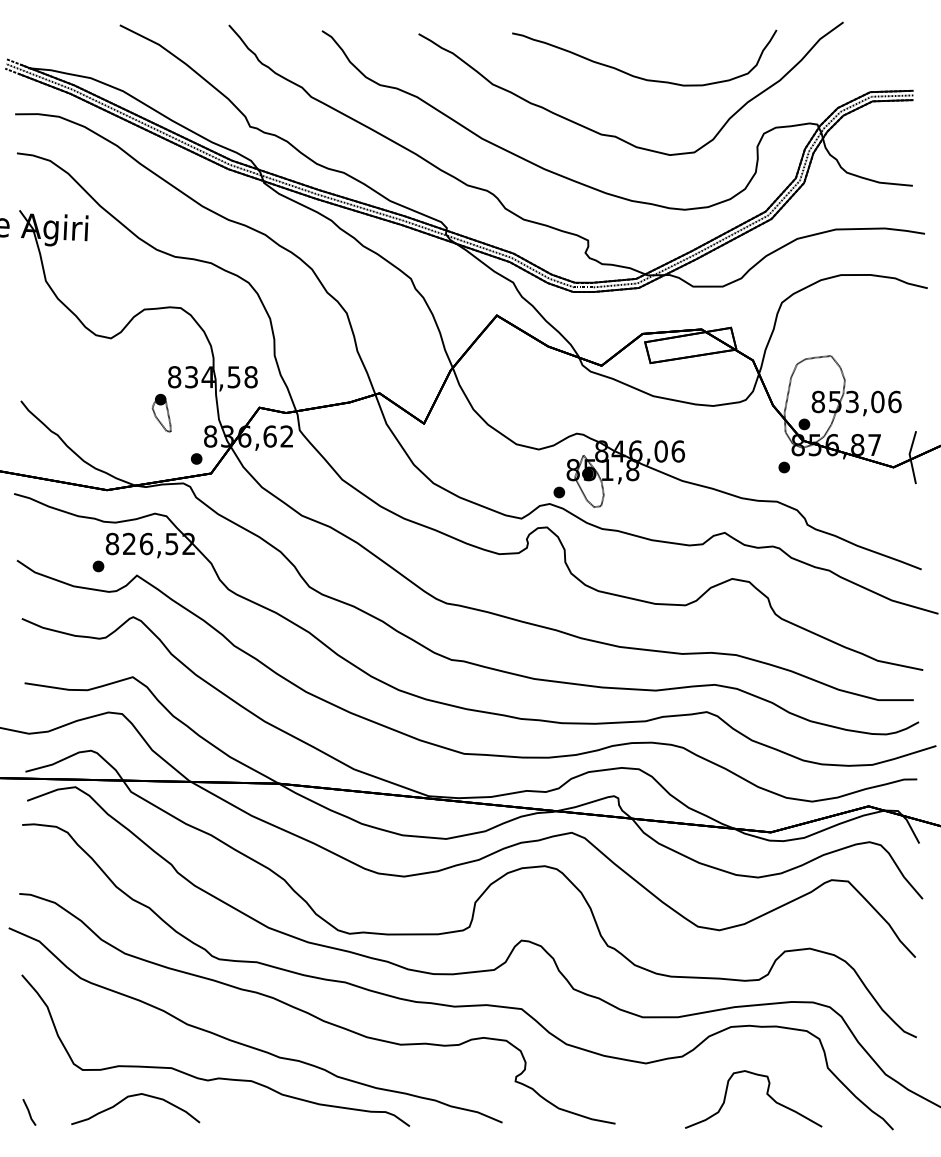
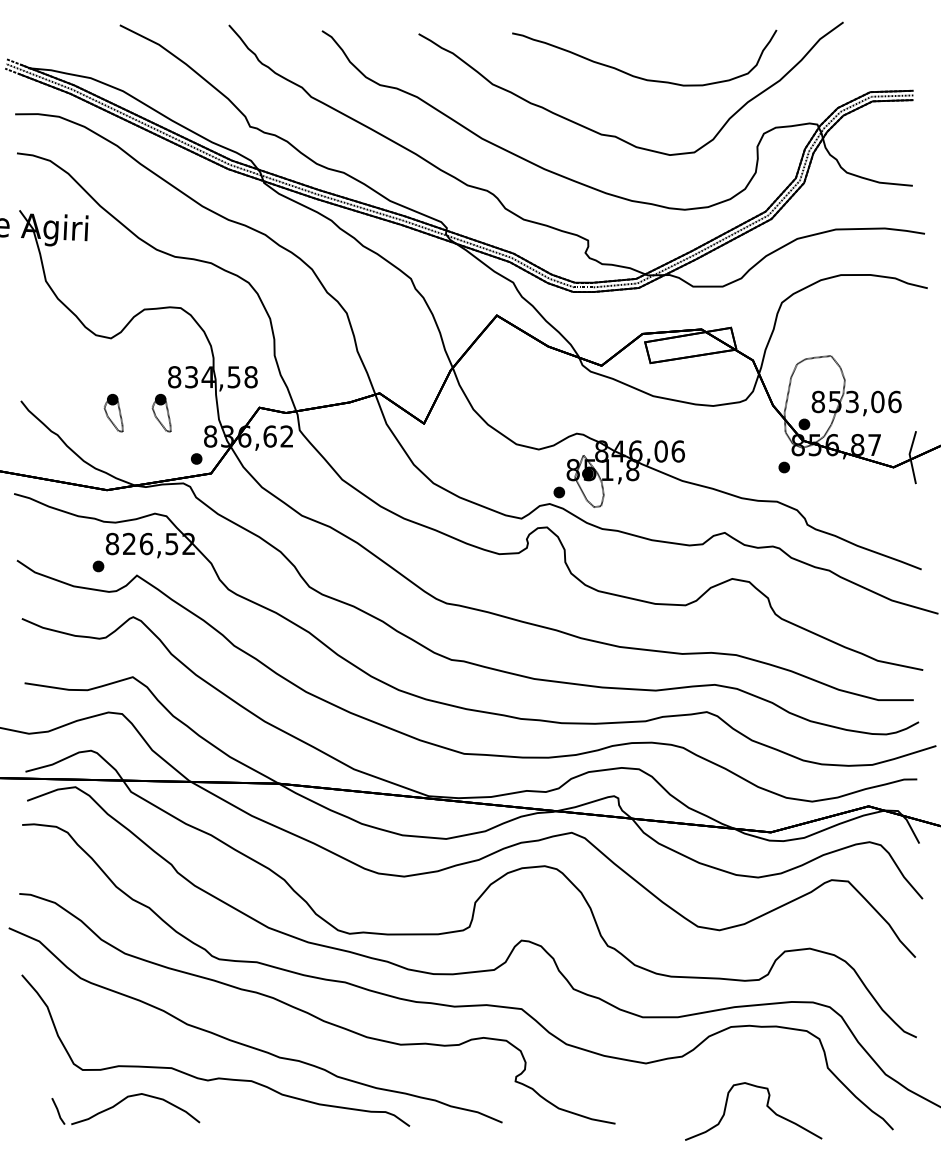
part at (113, 413): none -> present
curve at (766, 1094) position: (766, 1094) -> (766, 1106)
line at (29, 1112) position: (29, 1112) -> (58, 1111)
